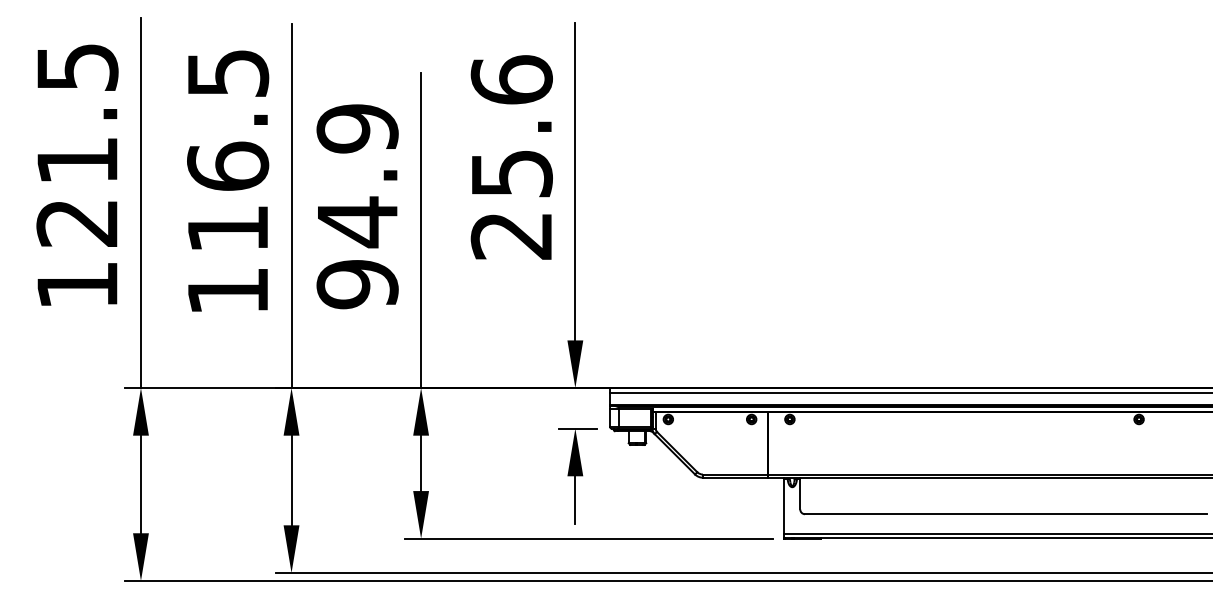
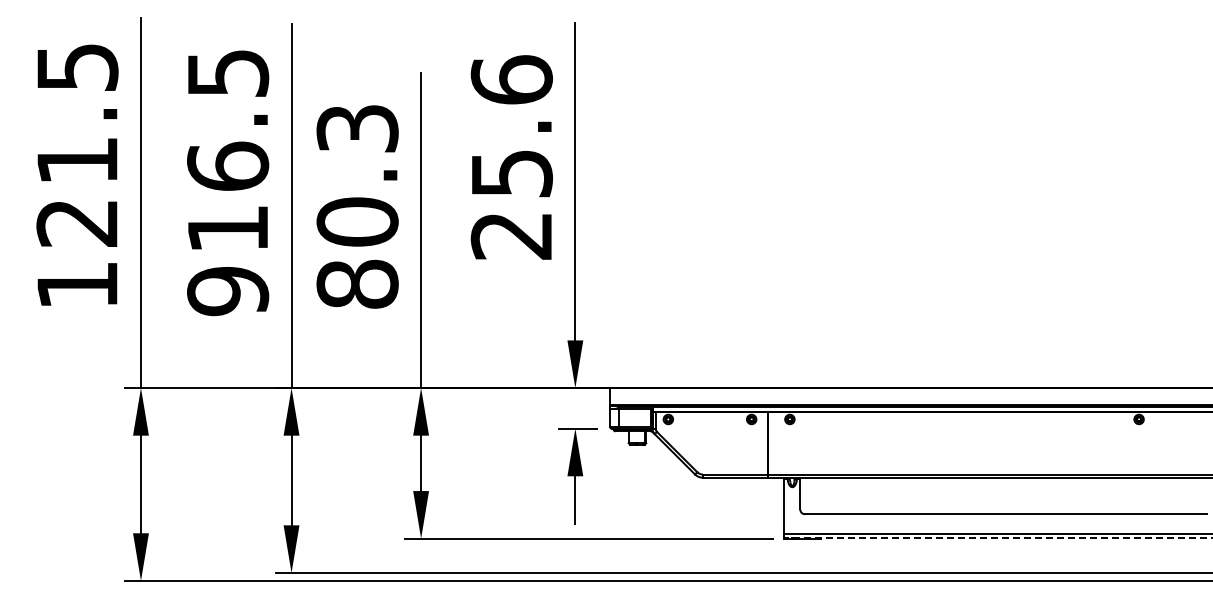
text at (357, 206): 94.9 -> 80.3
text at (228, 291): 116.5 -> 916.5
line at (909, 392): present -> none
line at (998, 538): solid -> dashed
